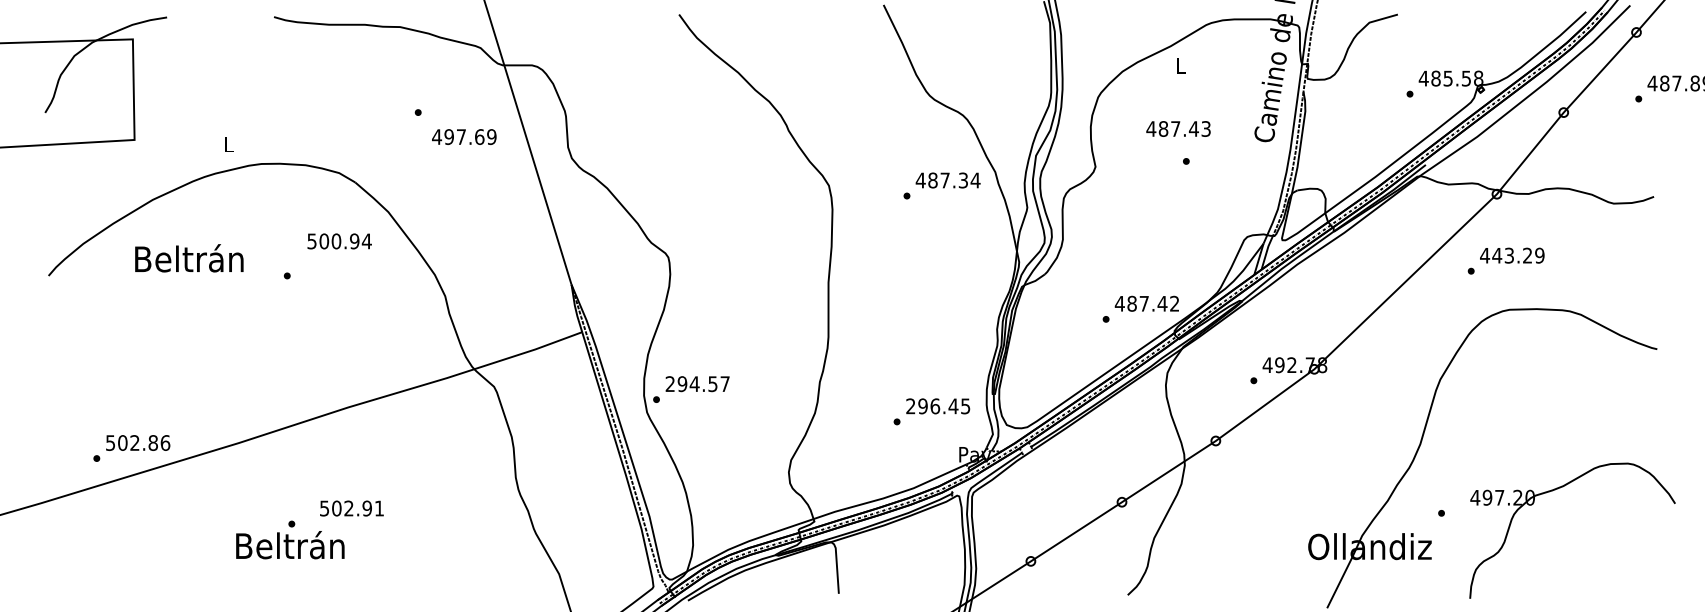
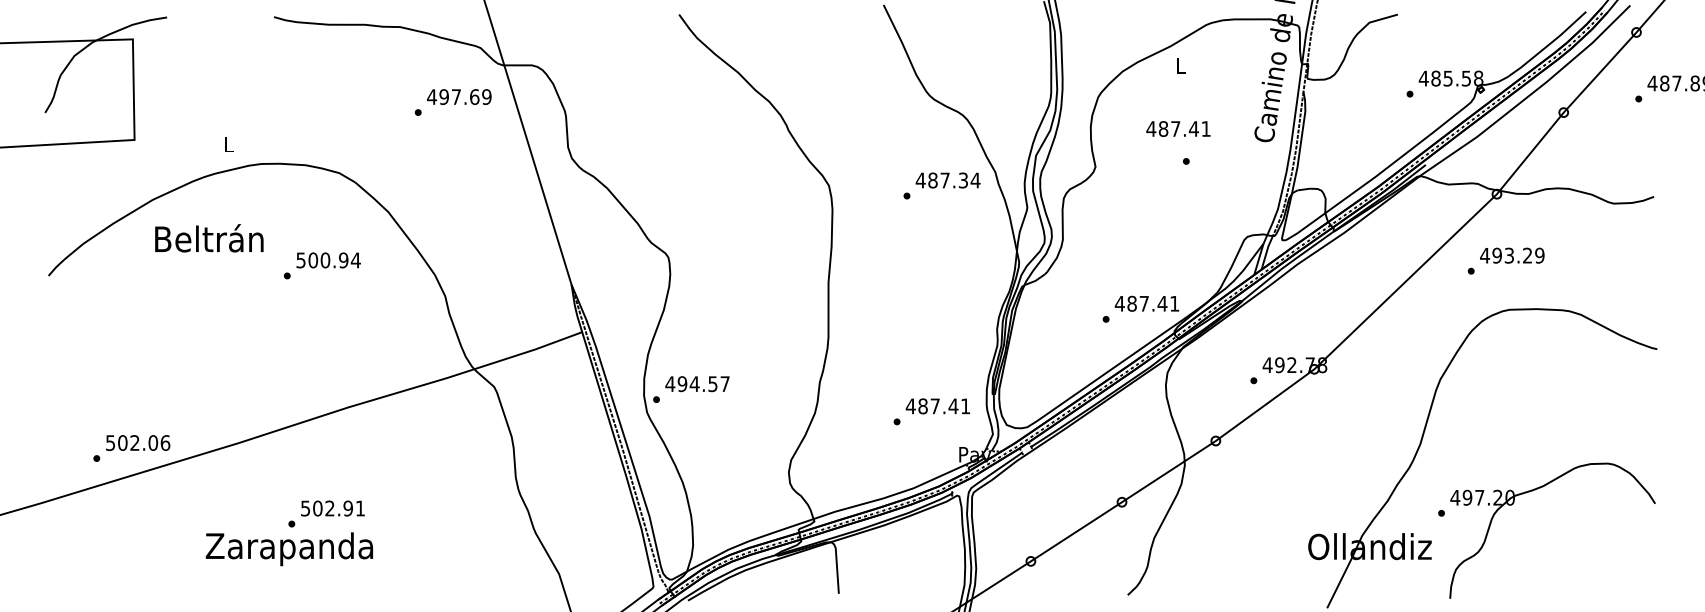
text at (1205, 128): 487.43 -> 487.41
text at (464, 136) position: (464, 136) -> (459, 96)
text at (339, 241) position: (339, 241) -> (328, 260)
text at (1497, 255): 443.29 -> 493.29
text at (189, 258) position: (189, 258) -> (209, 238)
text at (1174, 303): 487.42 -> 487.41
text at (670, 383): 294.57 -> 494.57
text at (937, 406): 296.45 -> 487.41
text at (153, 442): 502.86 -> 502.06
part at (1555, 490) position: (1555, 490) -> (1535, 490)
text at (351, 508) position: (351, 508) -> (332, 508)
text at (289, 548): Beltrán -> Zarapanda
